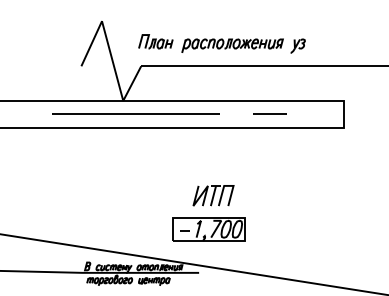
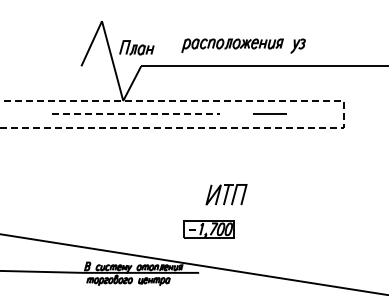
part at (155, 41) position: (155, 41) -> (136, 47)
line at (343, 113): solid -> dashed
line at (136, 114): solid -> dashed
part at (213, 195) position: (213, 195) -> (226, 194)
part at (208, 229) size: 74x25 px -> 52x19 px
